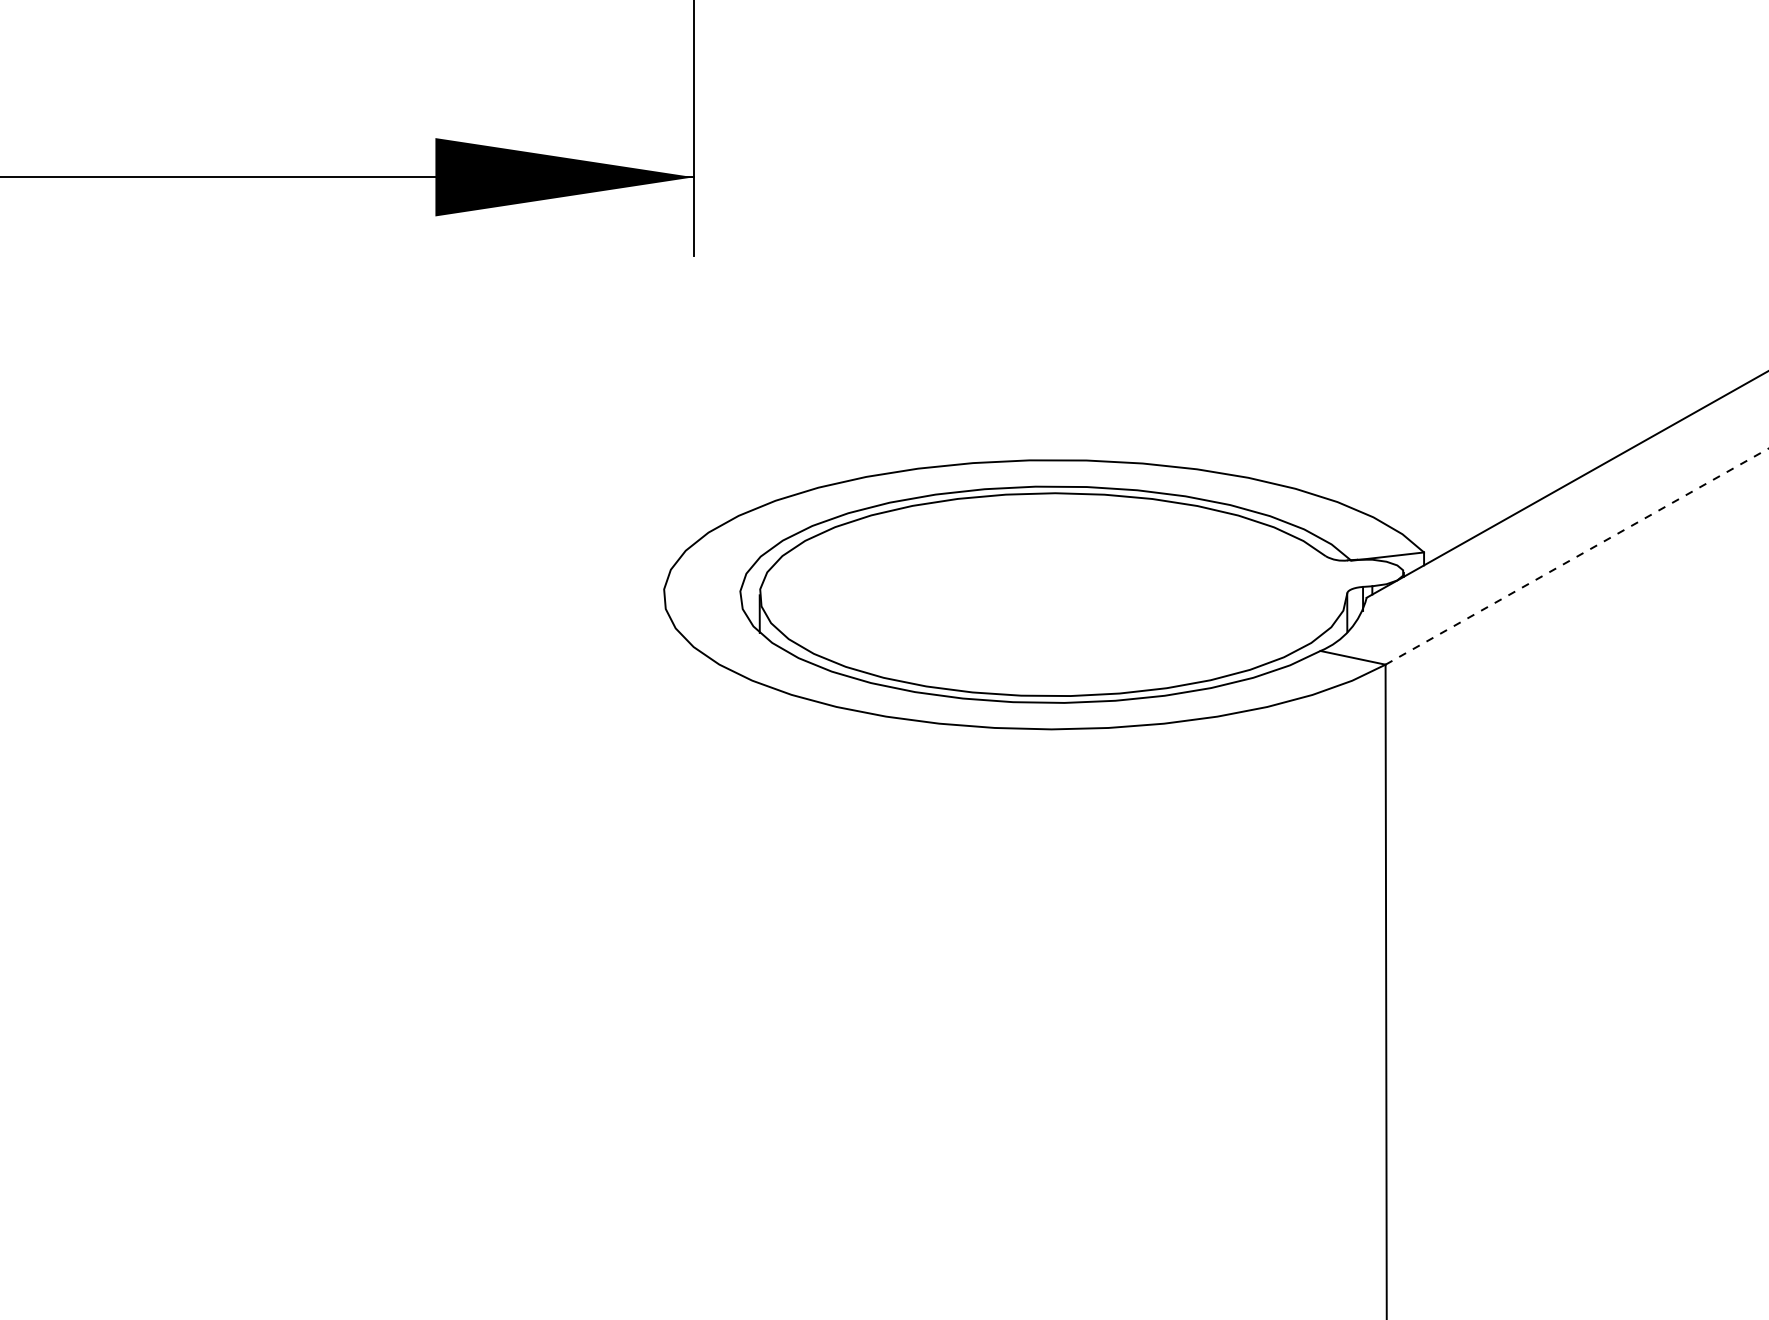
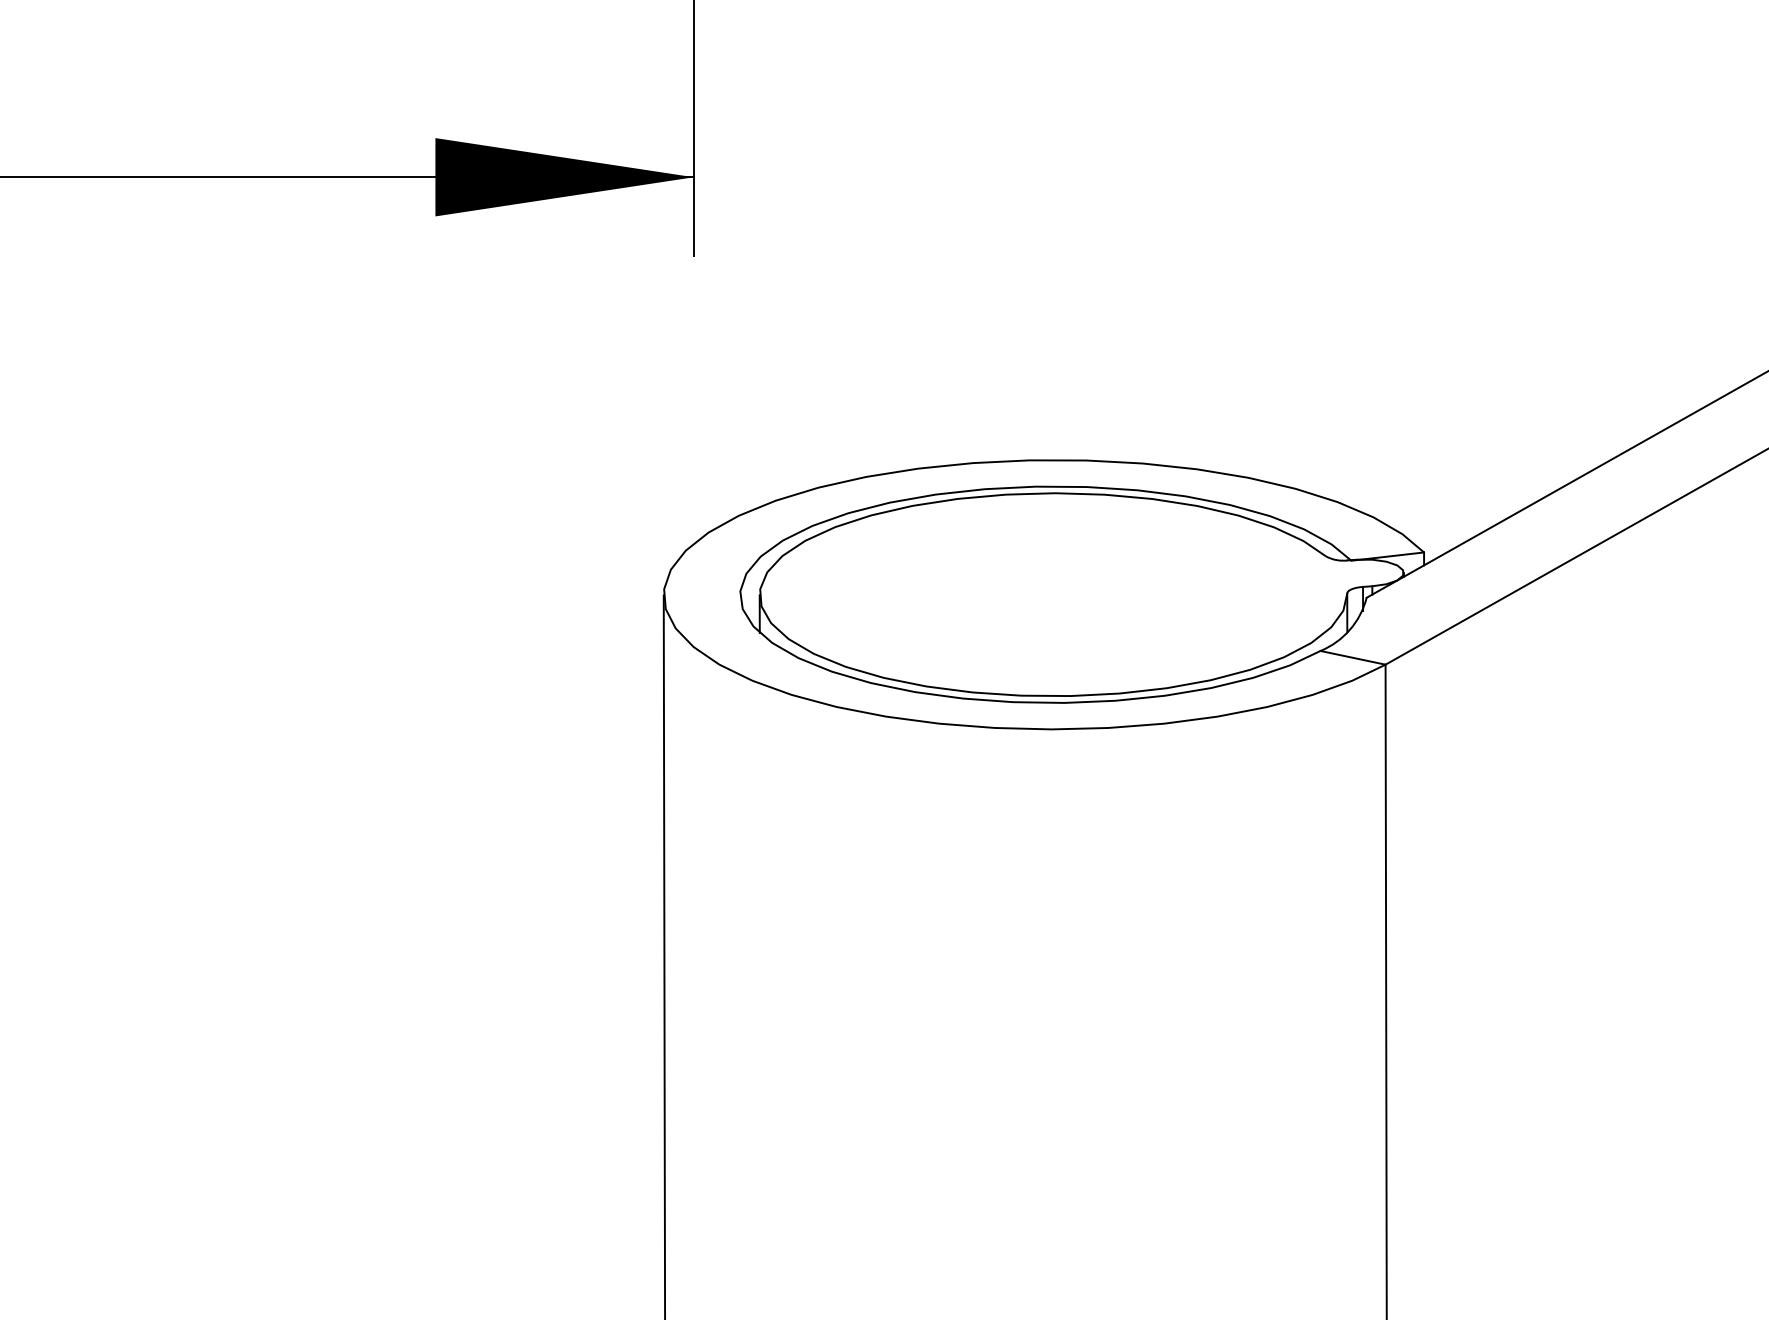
line at (1577, 556): dashed -> solid
line at (664, 955): none -> present
